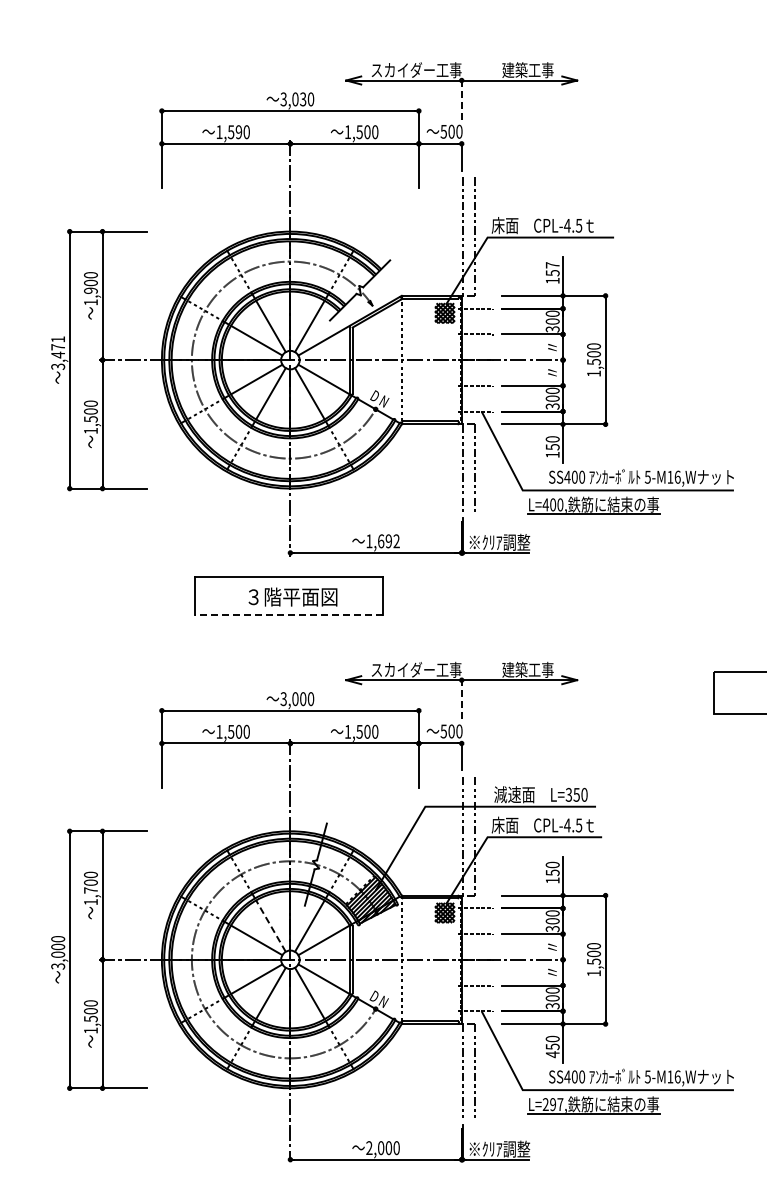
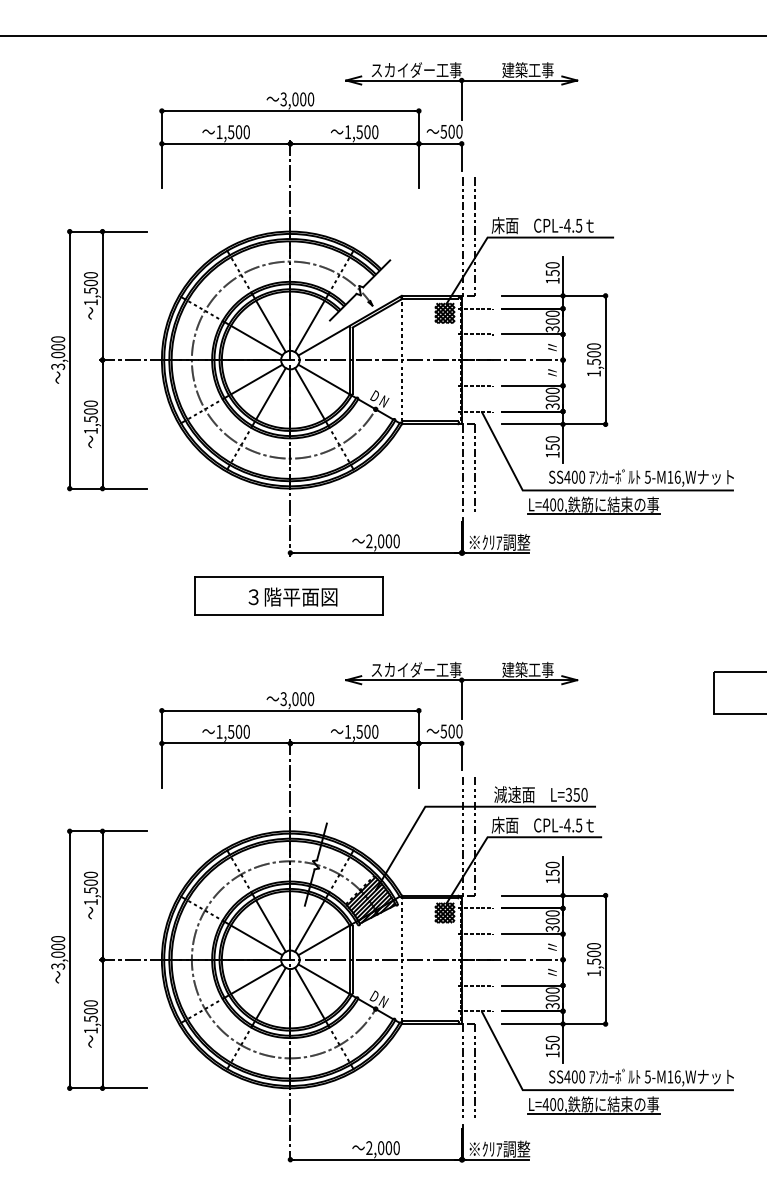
line at (382, 35): none -> present
text at (303, 99): 3,030 -> 3,000
line at (461, 100): dashed -> solid
text at (238, 132): 1,590 -> 1,500
text at (552, 265): 157 -> 150
text at (90, 290): 1,900 -> 1,500
text at (58, 347): 3,471 -> 3,000
text at (382, 541): 1,692 -> 2,000
line at (288, 615): dashed -> solid
line at (461, 699): dashed -> solid
text at (90, 890): 1,700 -> 1,500
line at (270, 926): dashed -> solid
text at (552, 1054): 450 -> 150
text at (552, 1104): L=297, -> L=400,
